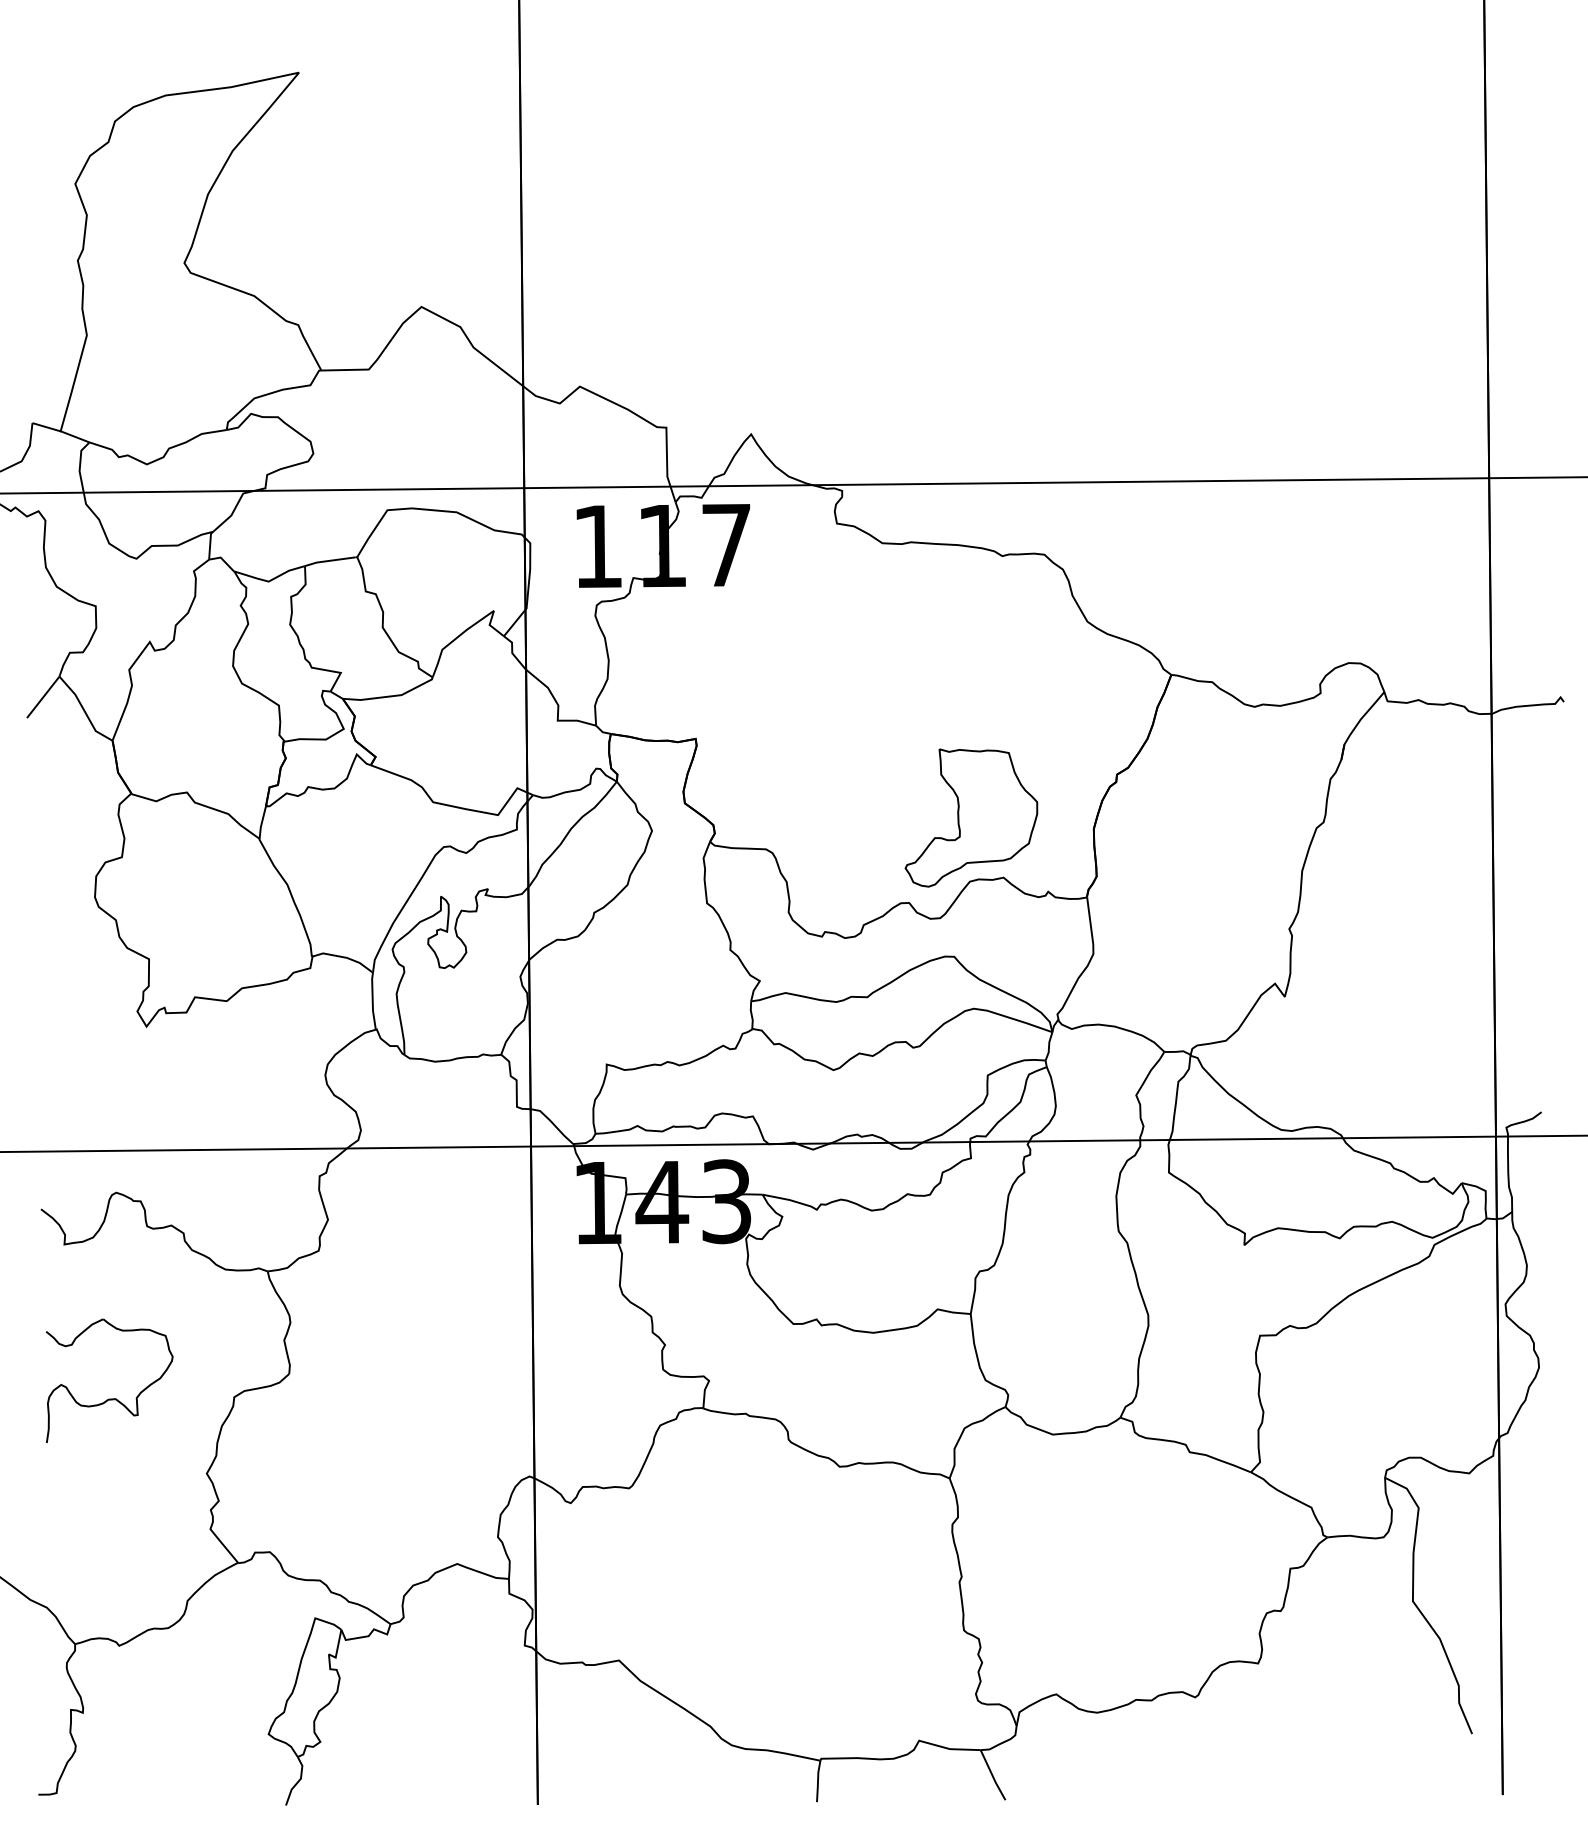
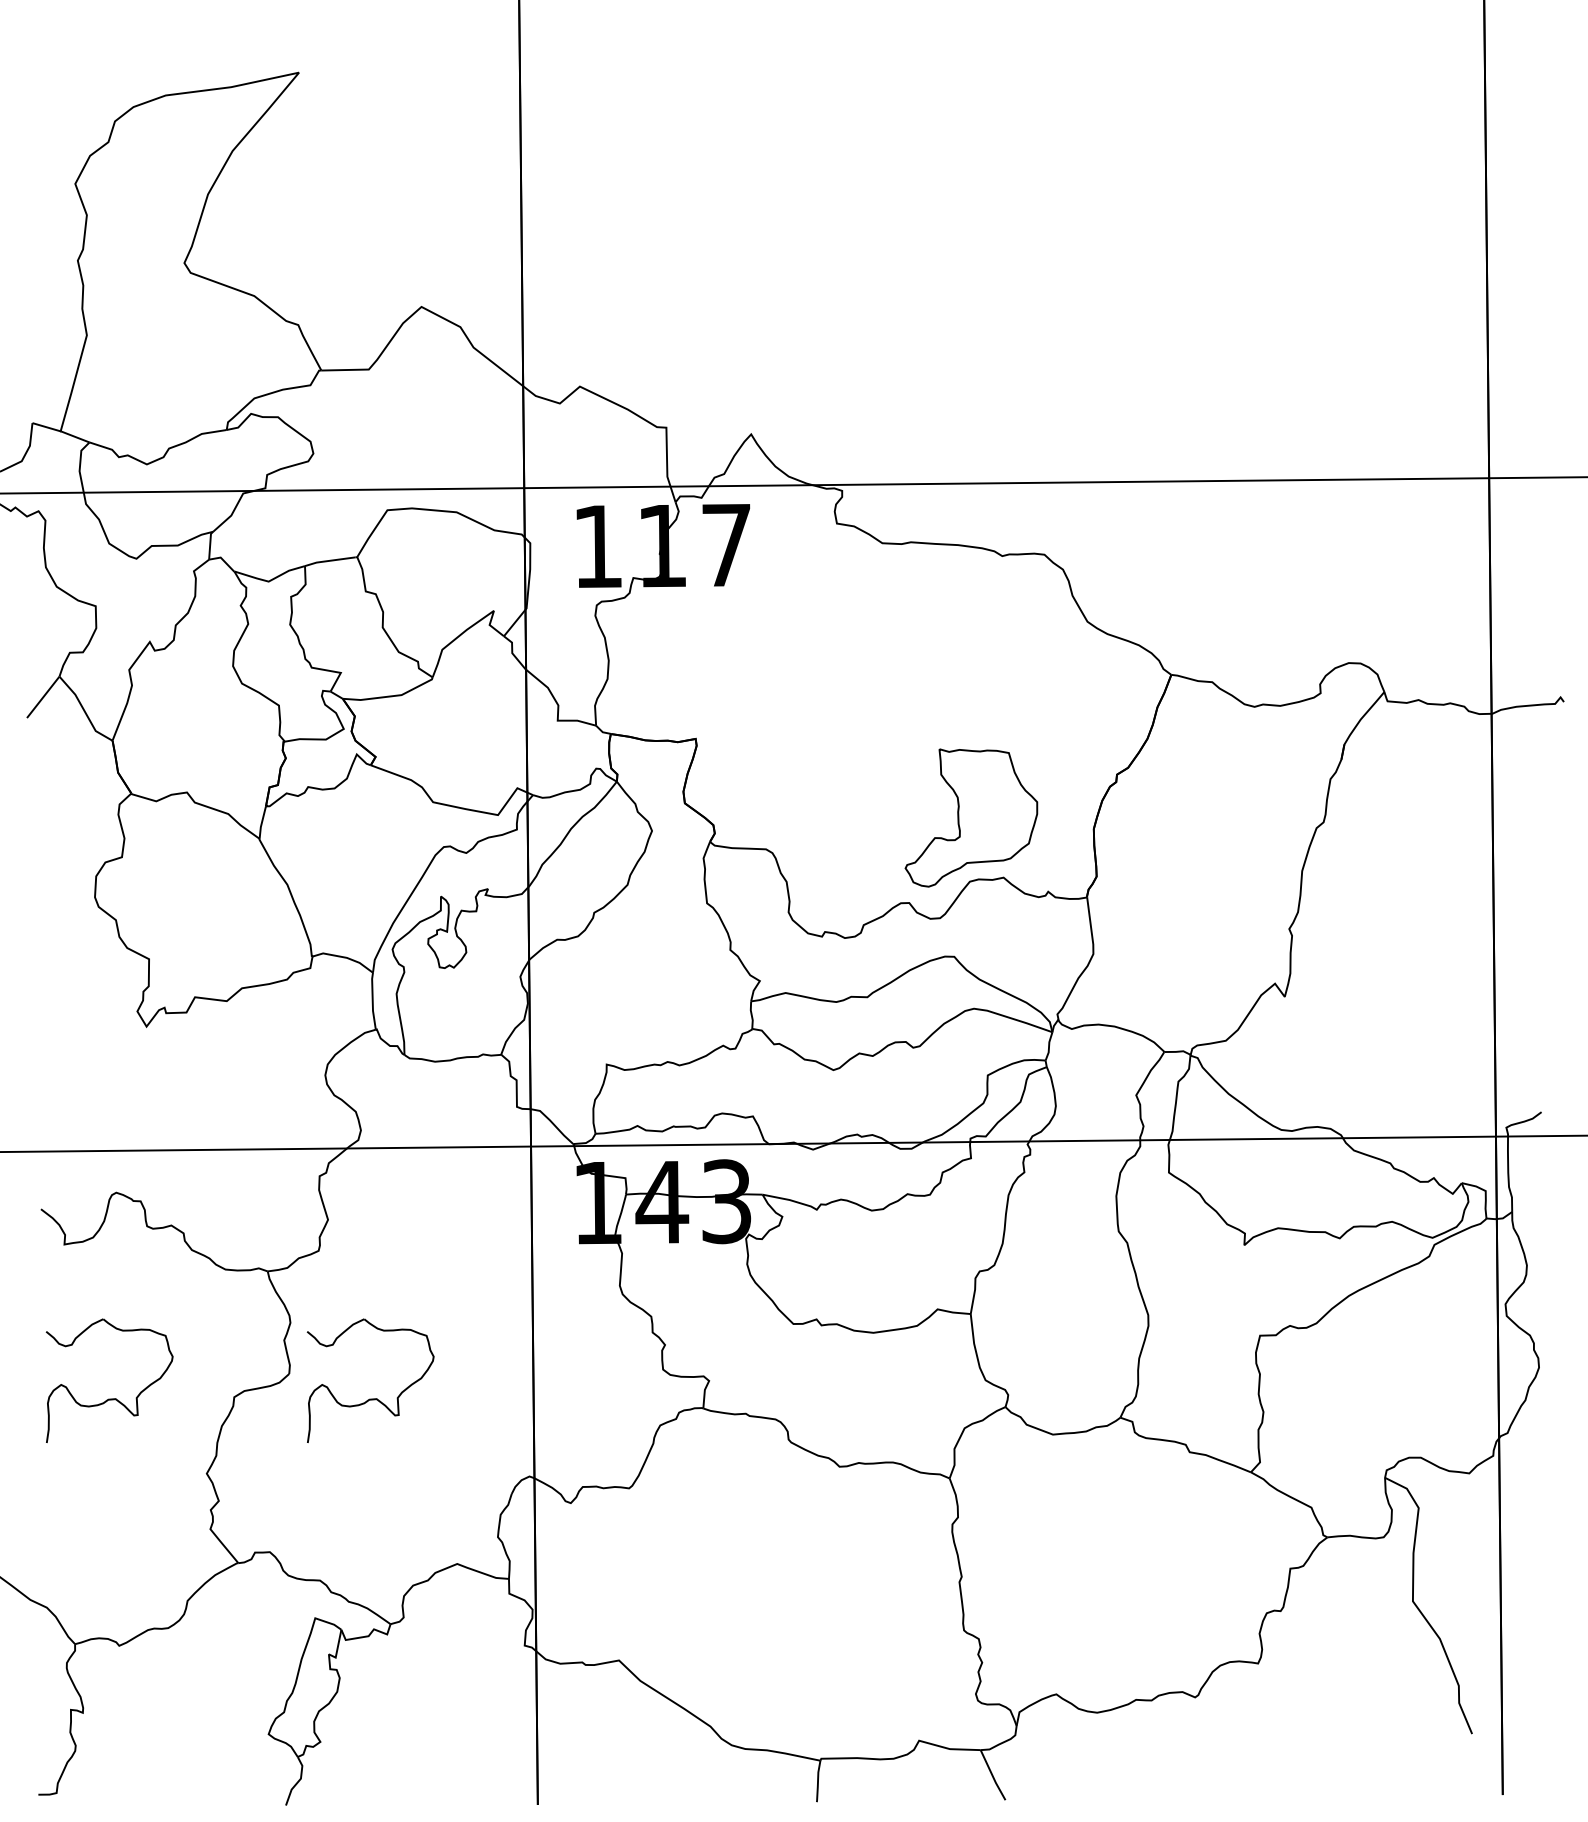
part at (370, 1398): none -> present
